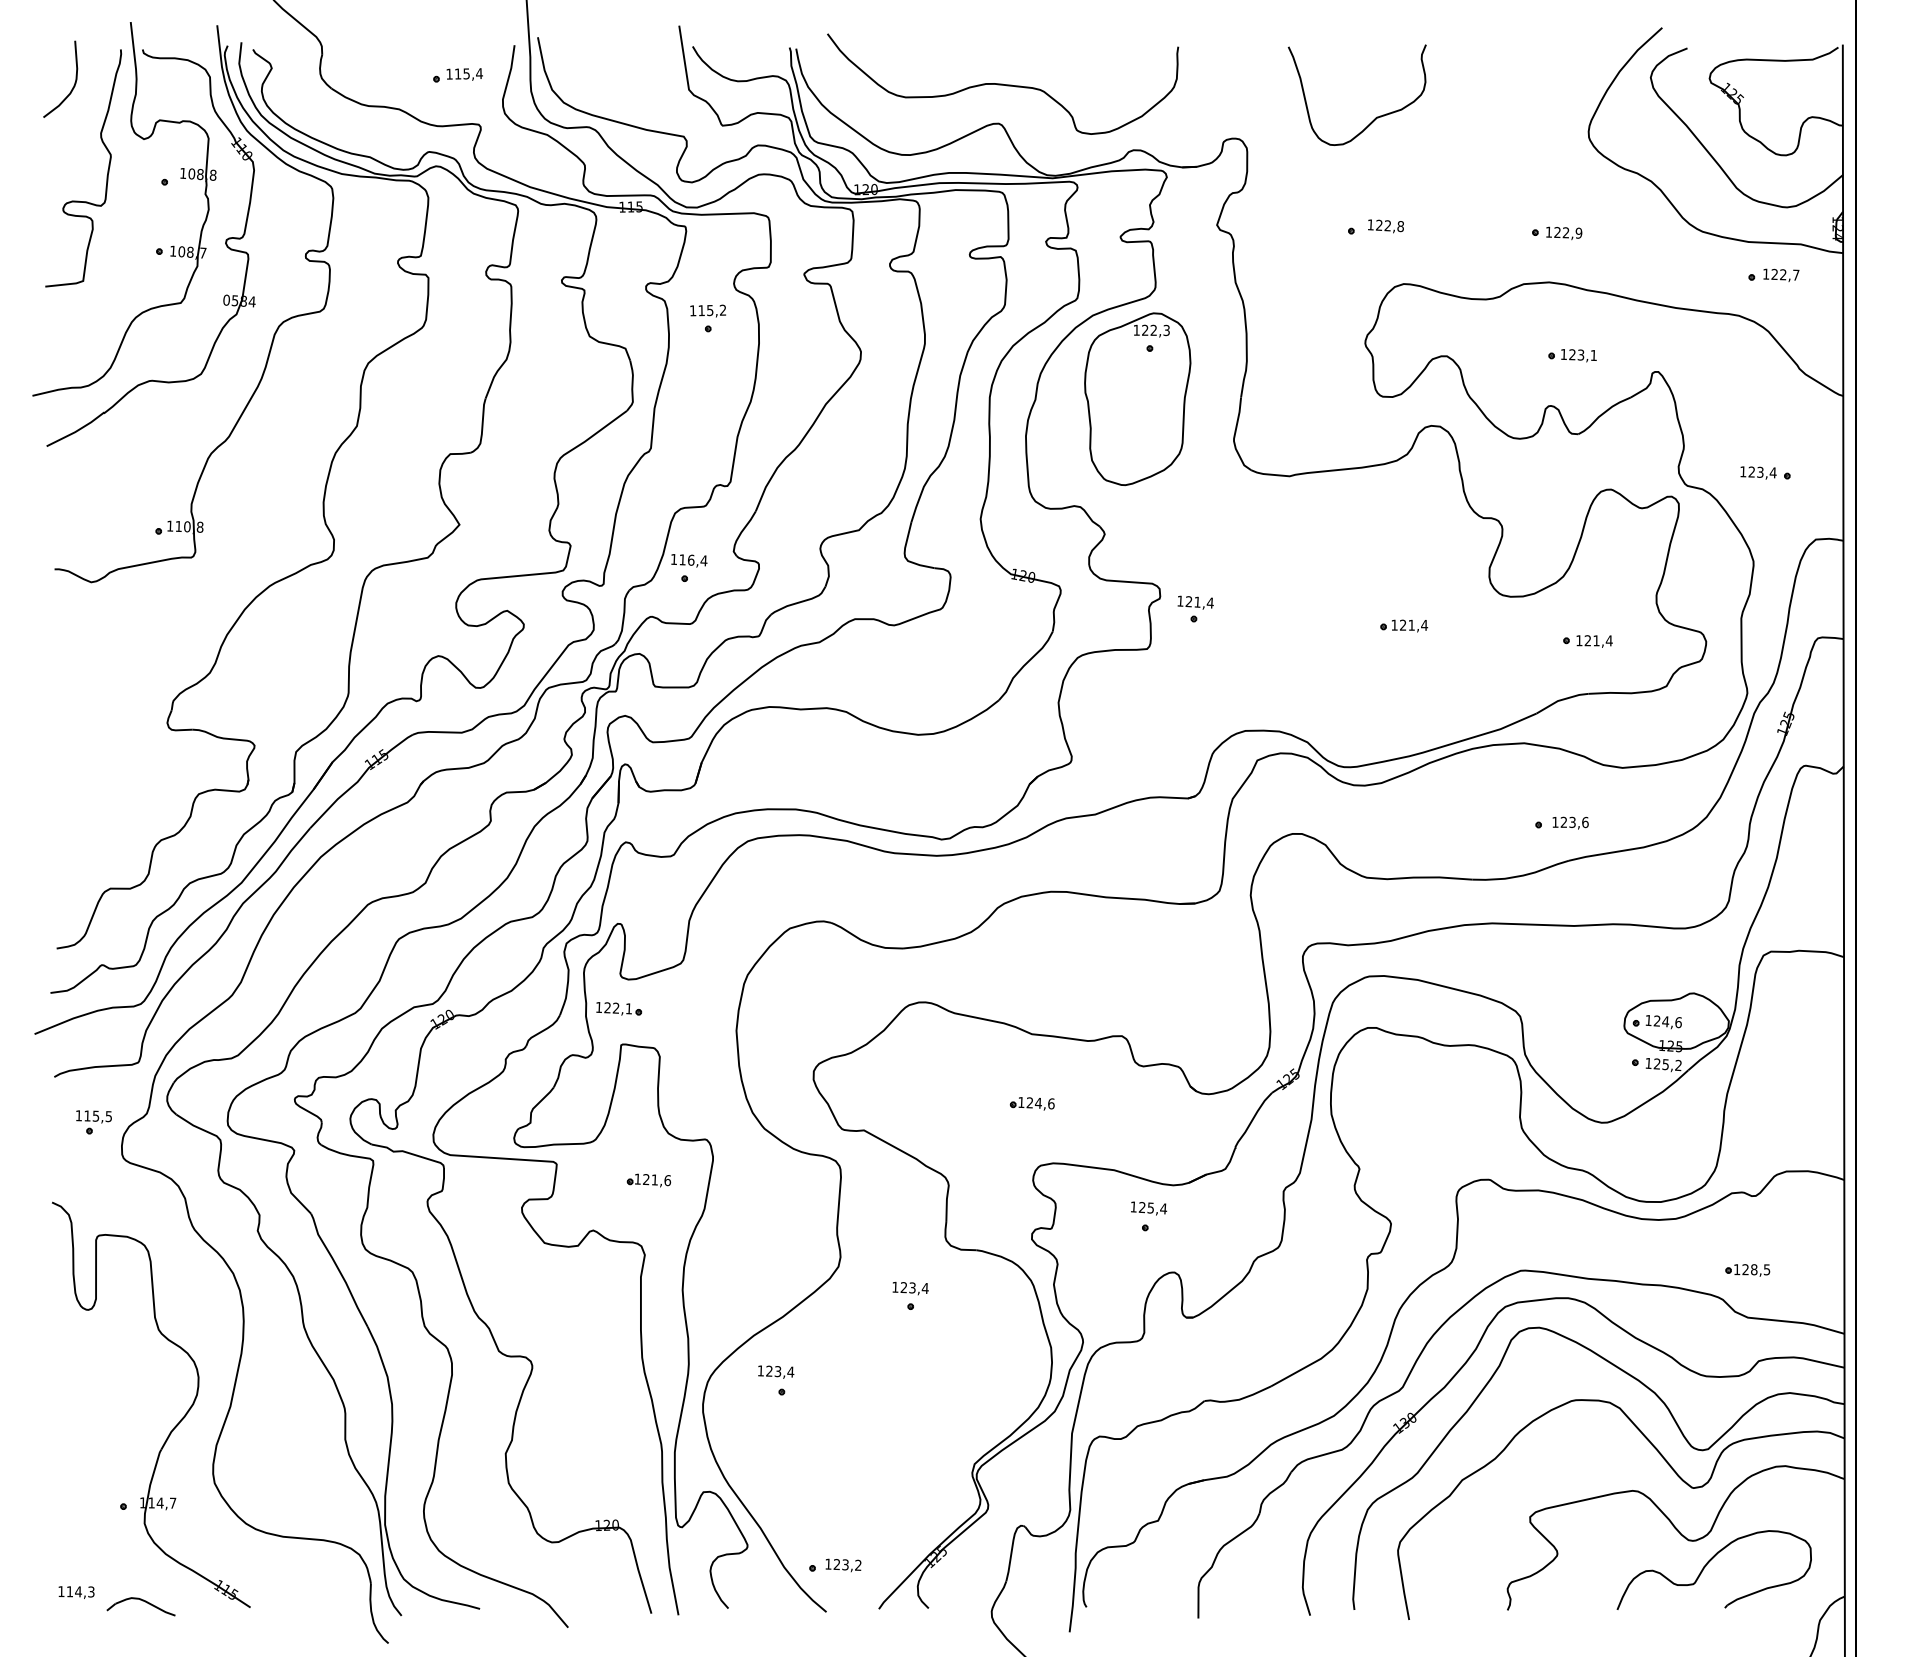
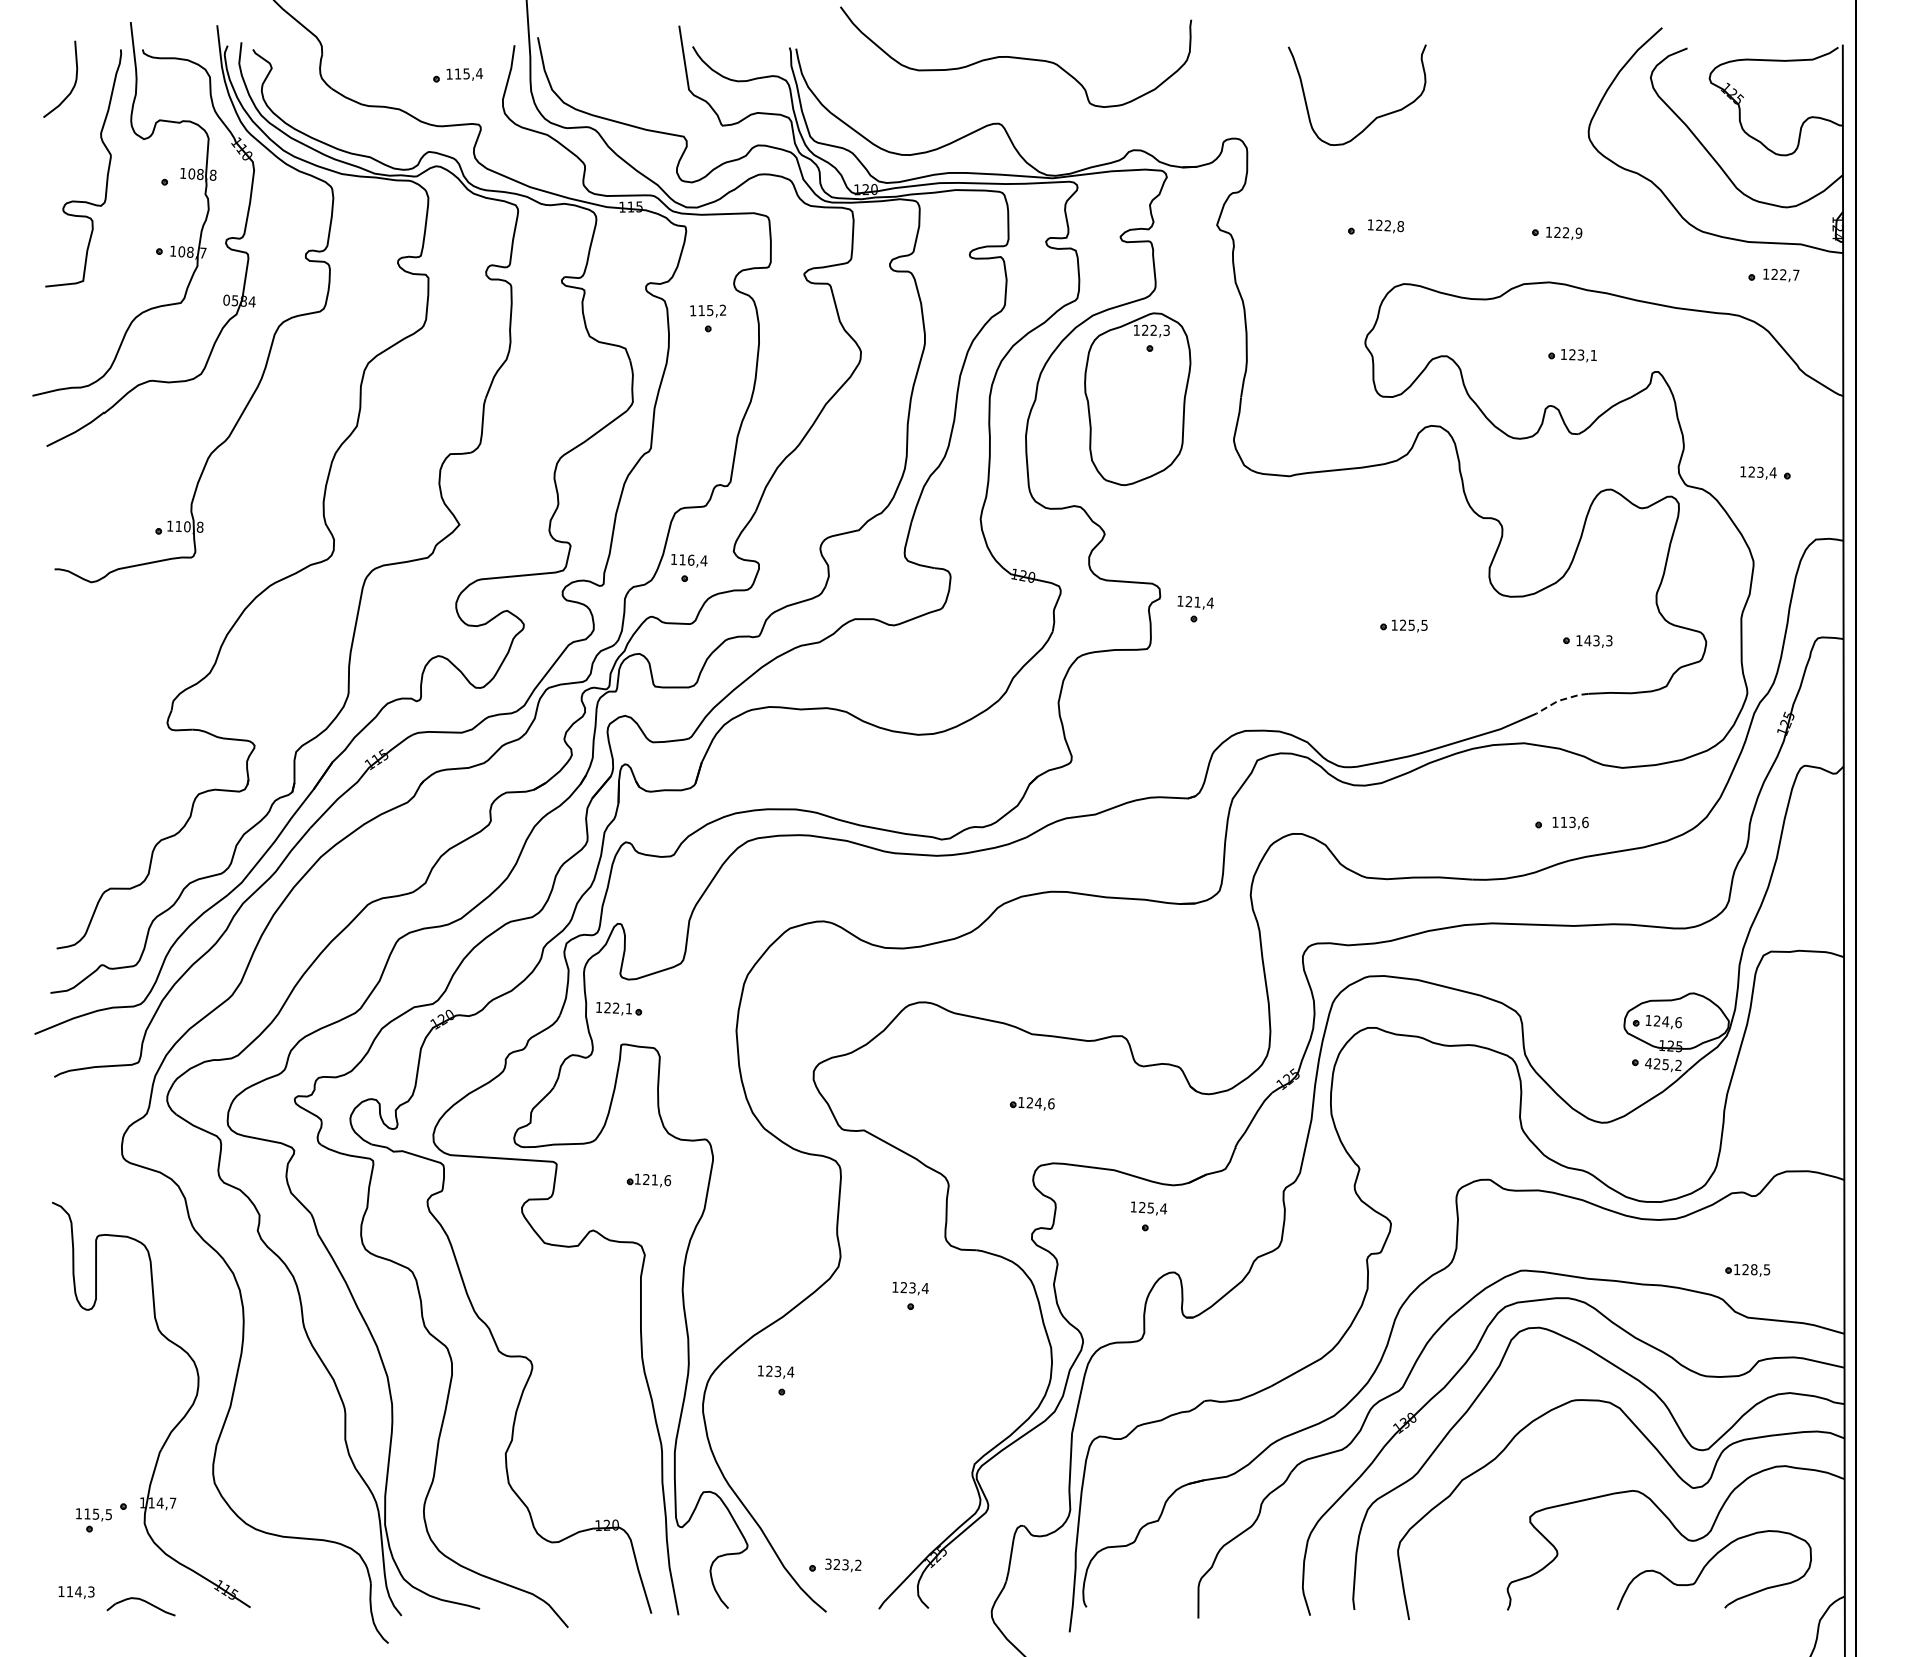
curve at (1002, 83) position: (1002, 83) -> (1015, 56)
text at (1418, 624): 121,4 -> 125,5
text at (1598, 640): 121,4 -> 143,3
line at (1561, 700): solid -> dashed
text at (1563, 821): 123,6 -> 113,6
text at (1648, 1063): 125,2 -> 425,2
part at (93, 1122) position: (93, 1122) -> (93, 1520)
text at (828, 1563): 123,2 -> 323,2
